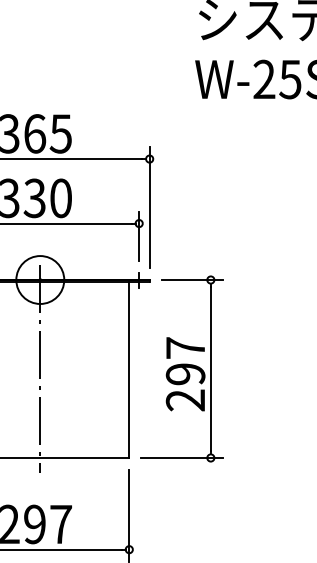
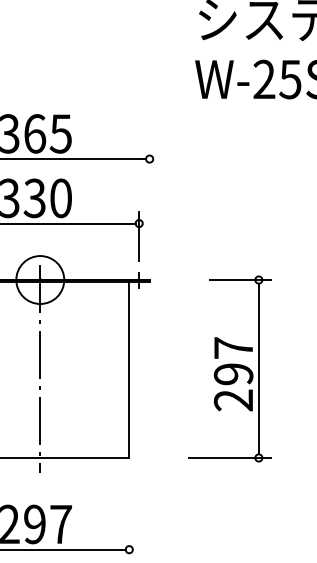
line at (149, 207): present -> none
part at (181, 368) position: (181, 368) -> (229, 368)
line at (129, 514): present -> none
